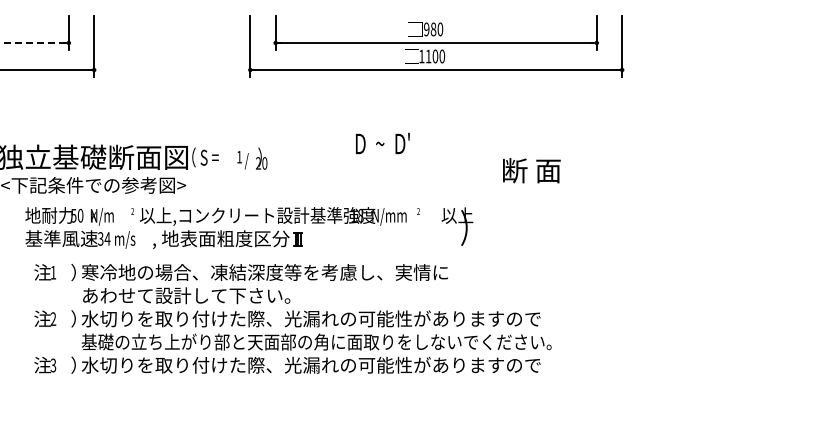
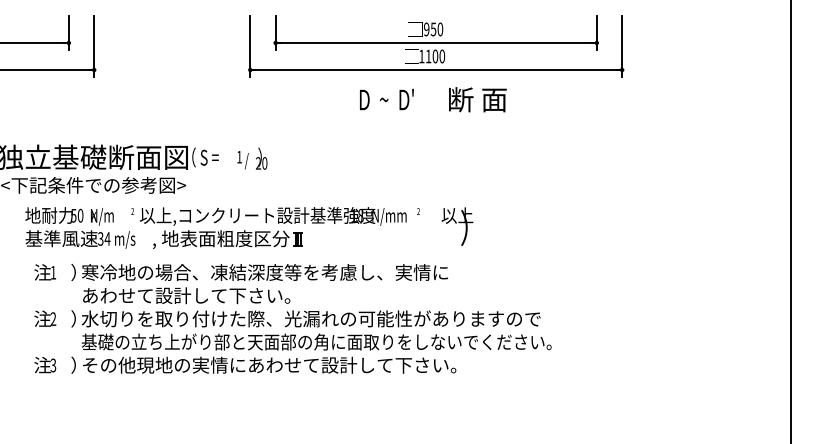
text at (433, 29): 980 -> 950
line at (33, 43): dashed -> solid
text at (382, 143) position: (382, 143) -> (386, 99)
text at (531, 170) position: (531, 170) -> (477, 99)
line at (790, 221): none -> present
text at (310, 364): 水切りを取り付けた際、光漏れの可能性がありますので -> その他現地の実情にあわせて設計して下さい。
